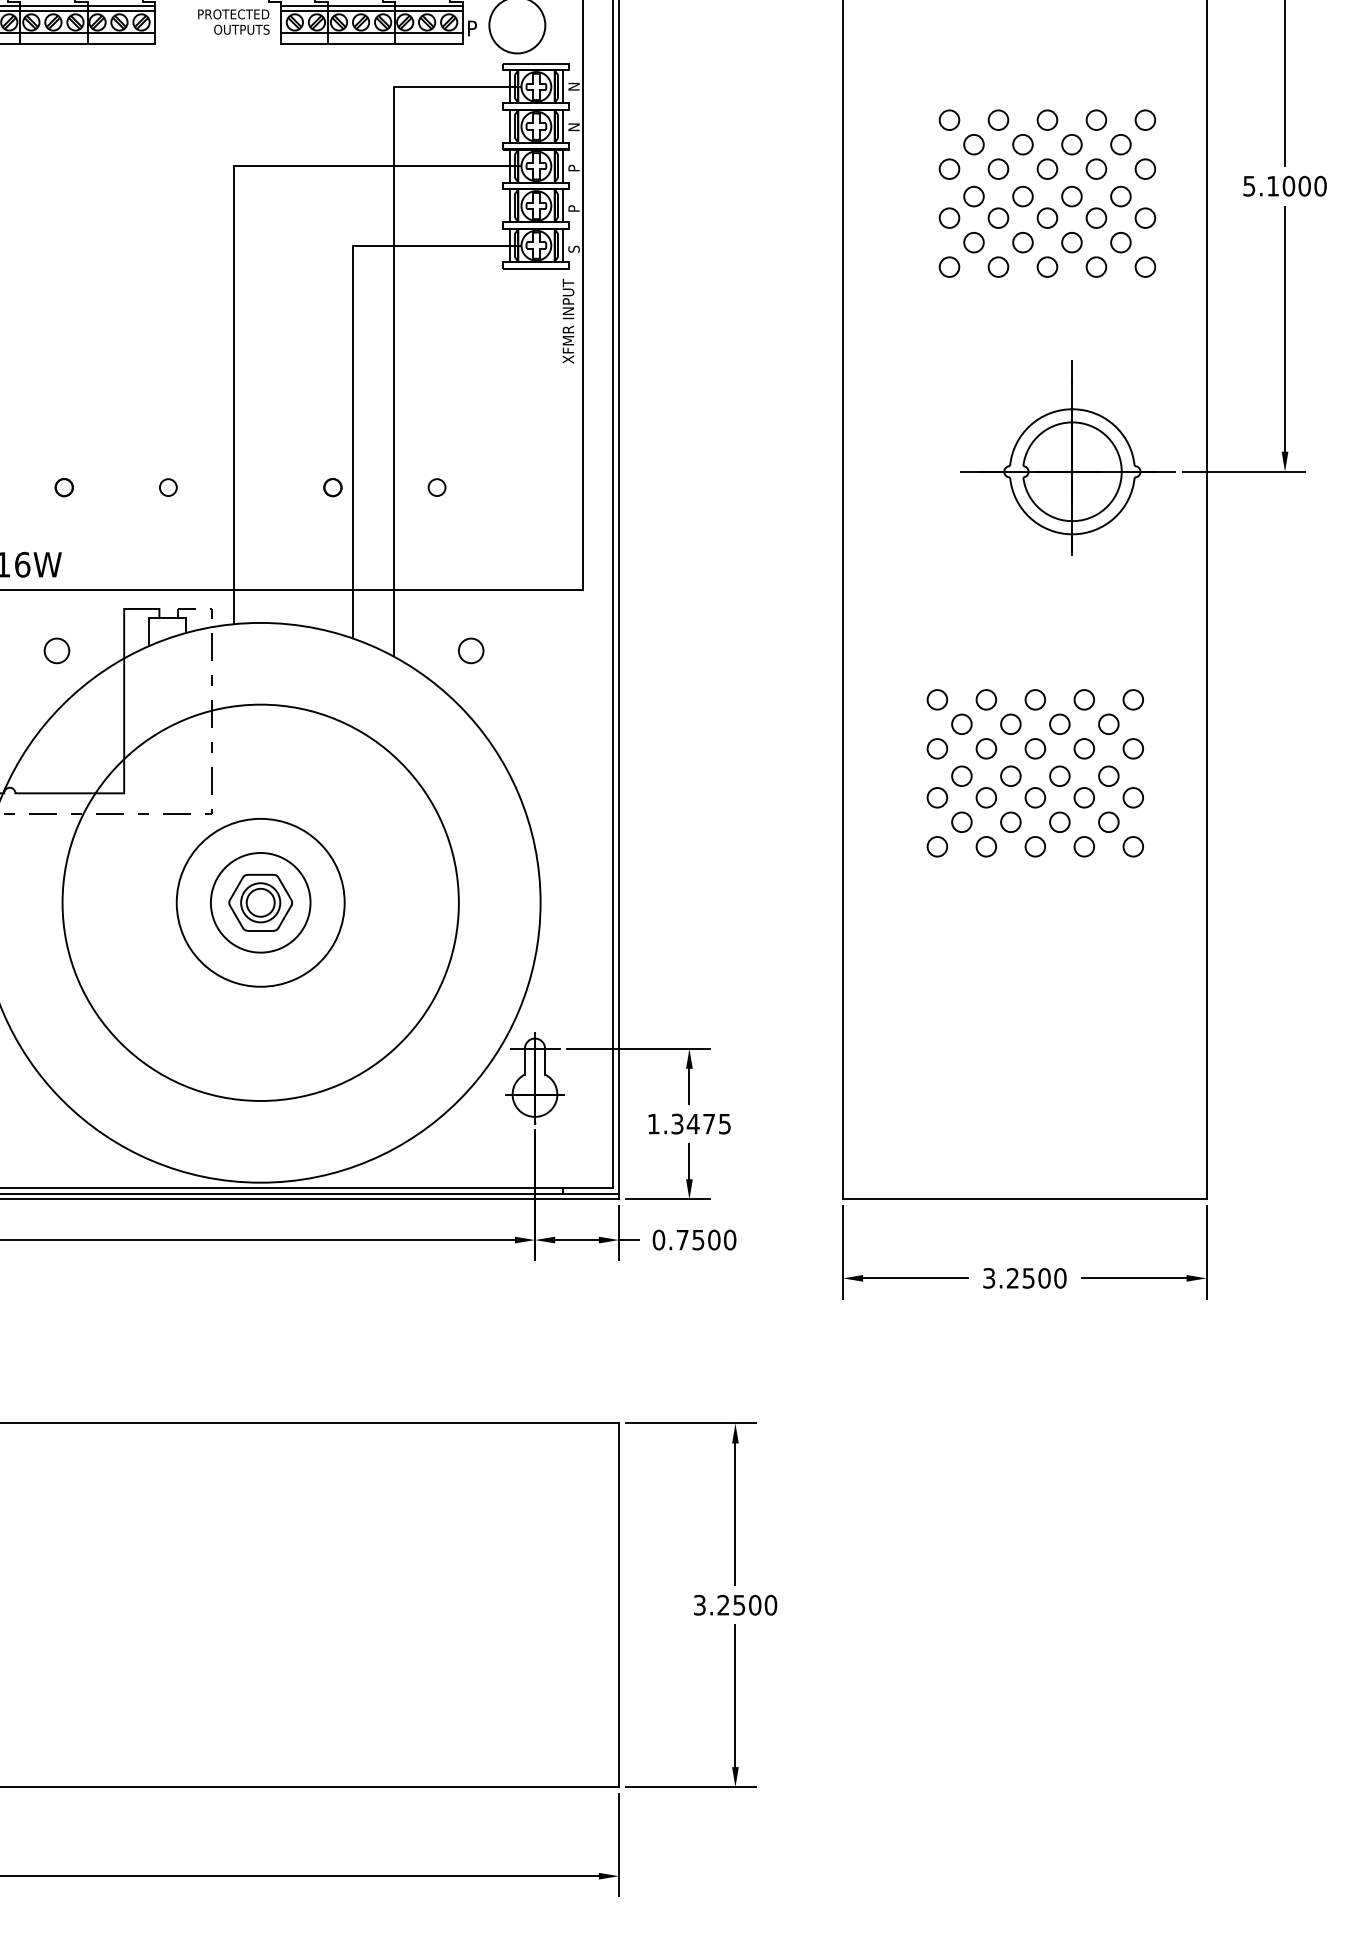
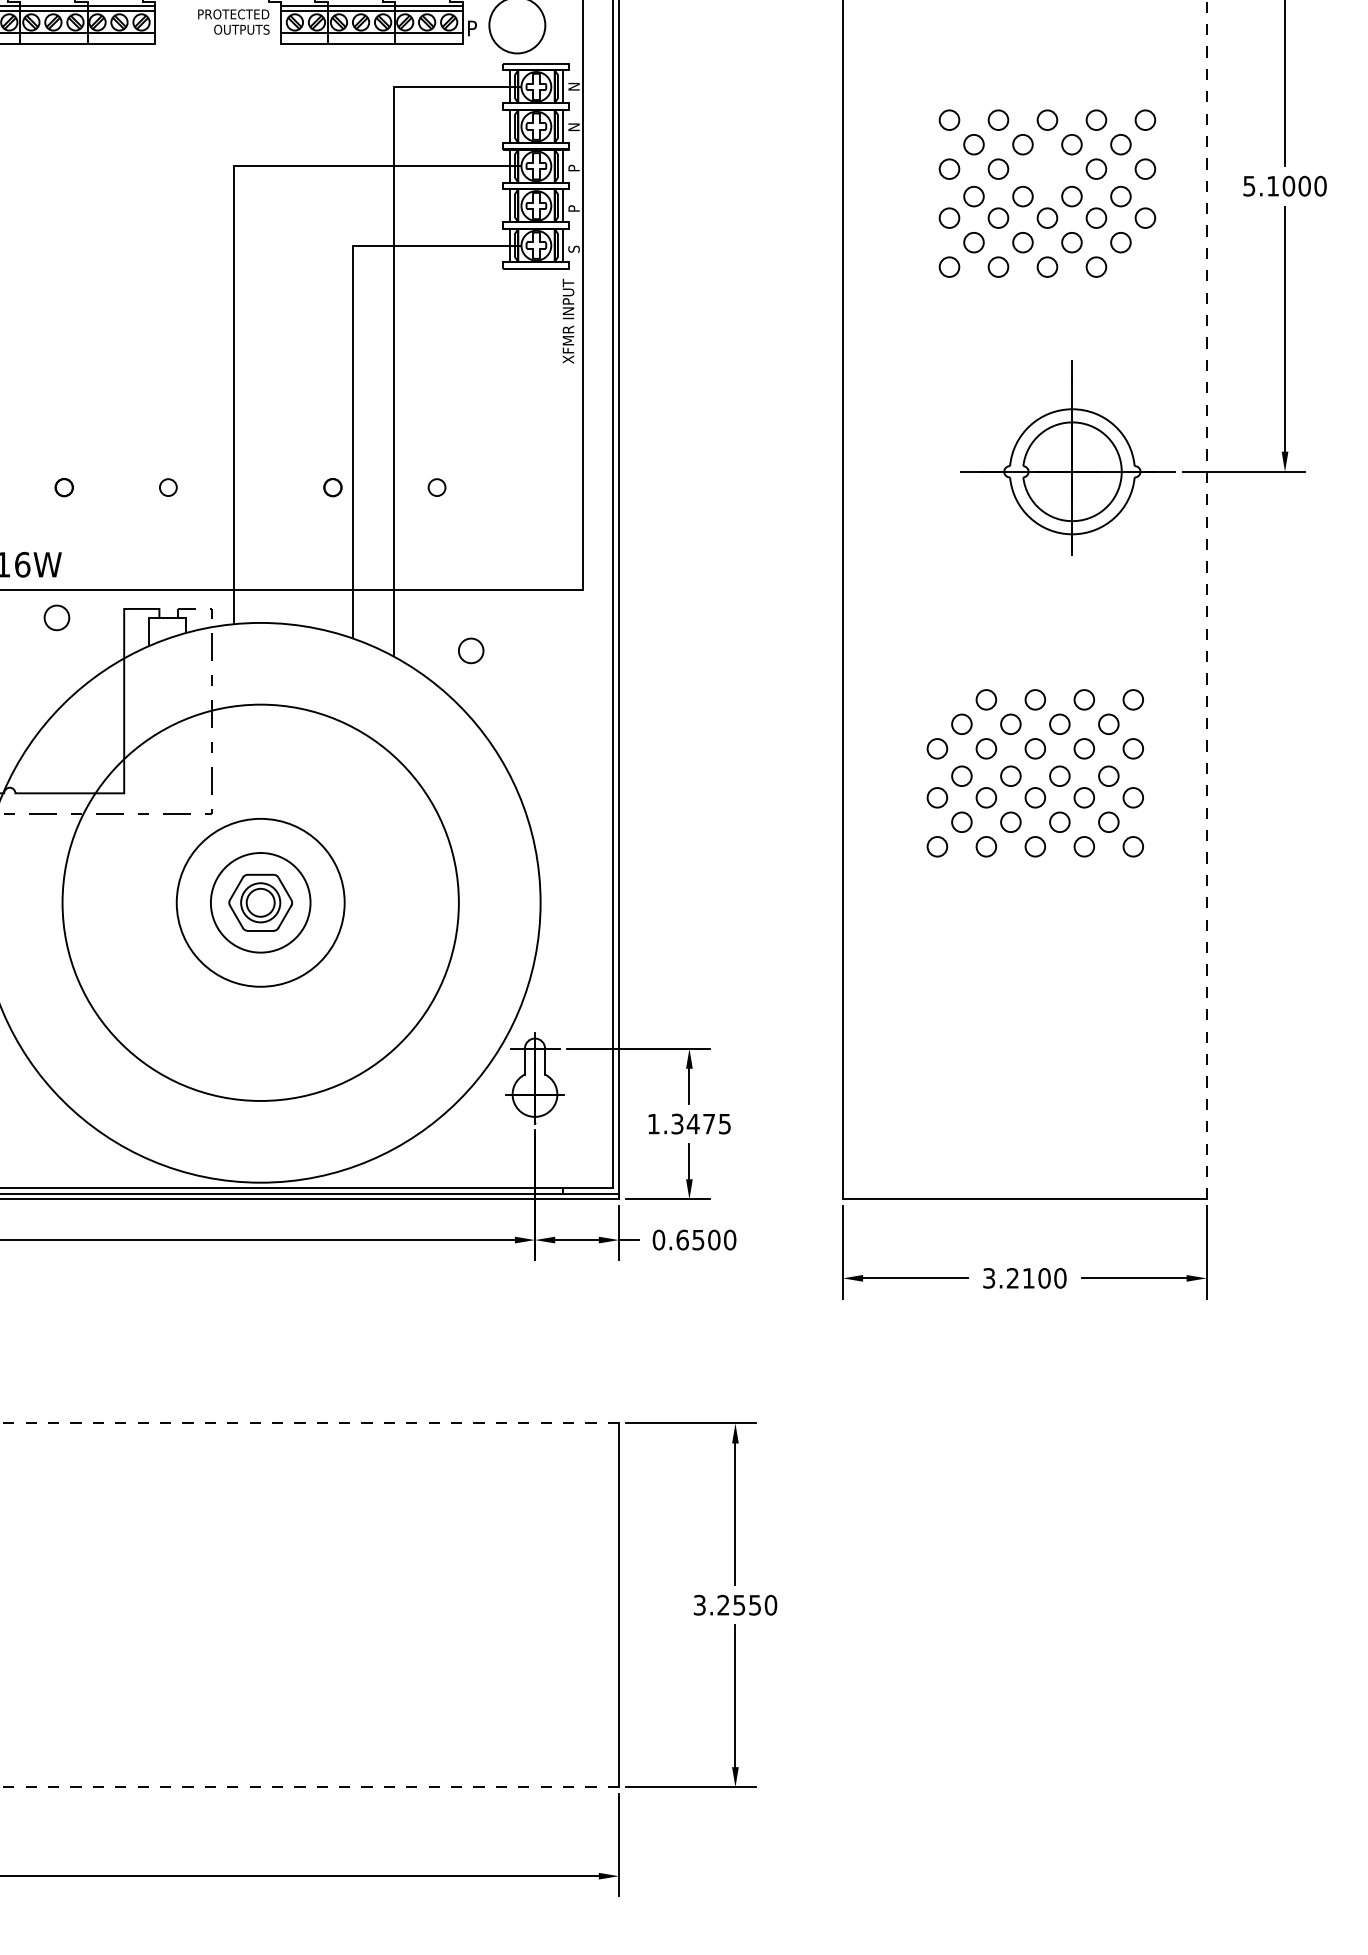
circle at (1047, 168): present -> none
circle at (1145, 266): present -> none
line at (1206, 599): solid -> dashed
circle at (56, 650) position: (56, 650) -> (56, 617)
circle at (937, 699): present -> none
text at (682, 1239): 0.7500 -> 0.6500
text at (1028, 1278): 3.2500 -> 3.2100
line at (310, 1423): solid -> dashed
text at (755, 1604): 3.2500 -> 3.2550
line at (310, 1787): solid -> dashed
